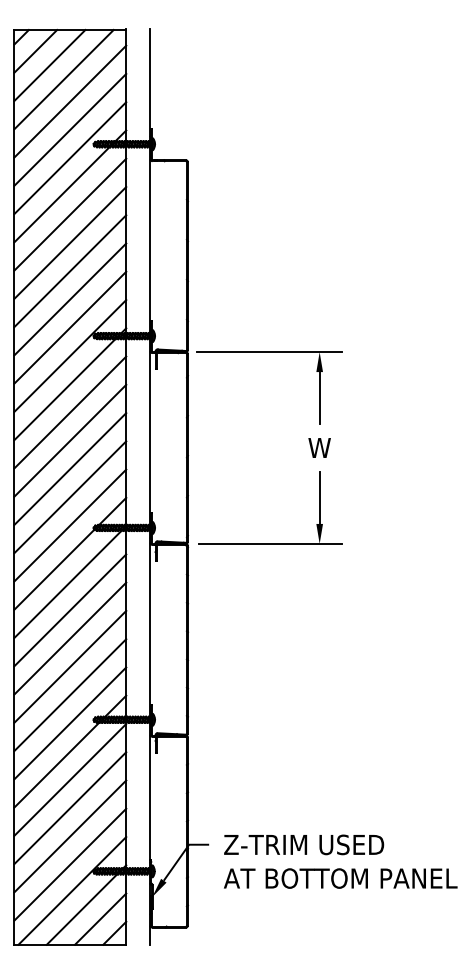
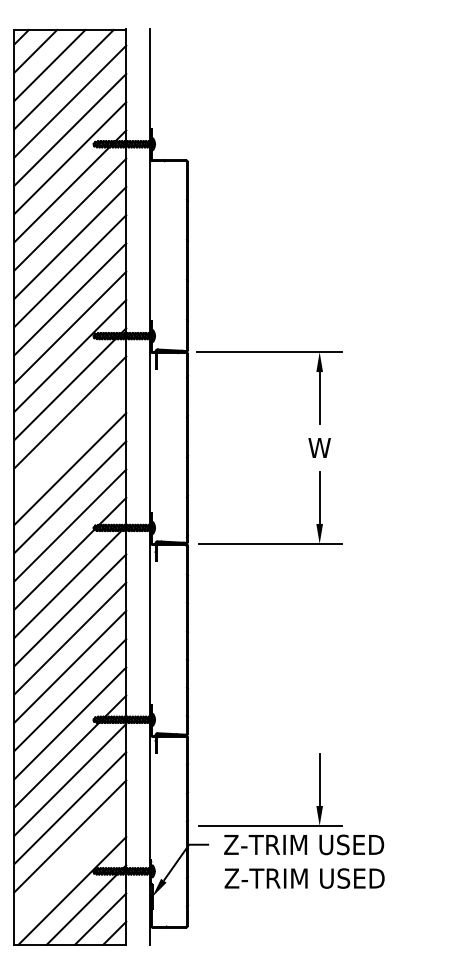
line at (70, 440): present -> none
part at (270, 825): none -> present
line at (70, 864): present -> none
text at (340, 878): AT BOTTOM PANEL -> Z-TRIM USED
